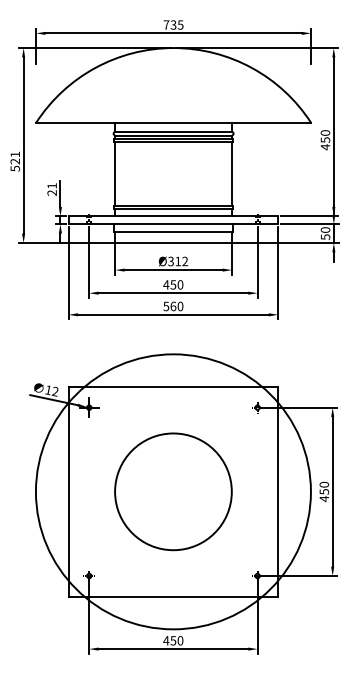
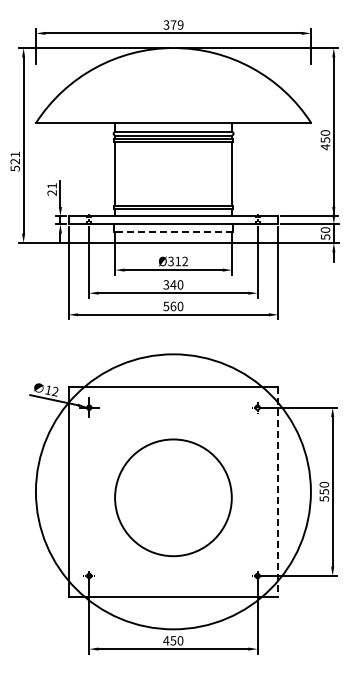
text at (173, 24): 735 -> 379
line at (173, 232): solid -> dashed
text at (169, 284): 450 -> 340
circle at (173, 491) position: (173, 491) -> (173, 497)
line at (278, 491): solid -> dashed
text at (324, 498): 450 -> 550
